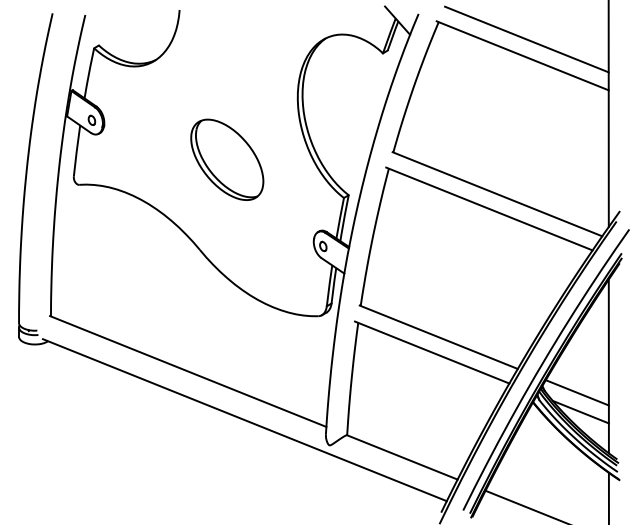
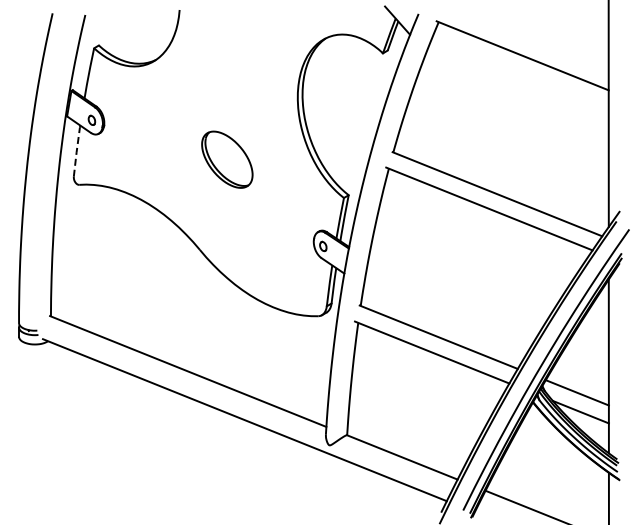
line at (526, 39): present -> none
line at (76, 150): solid -> dashed
part at (227, 159) size: 75x83 px -> 53x59 px
